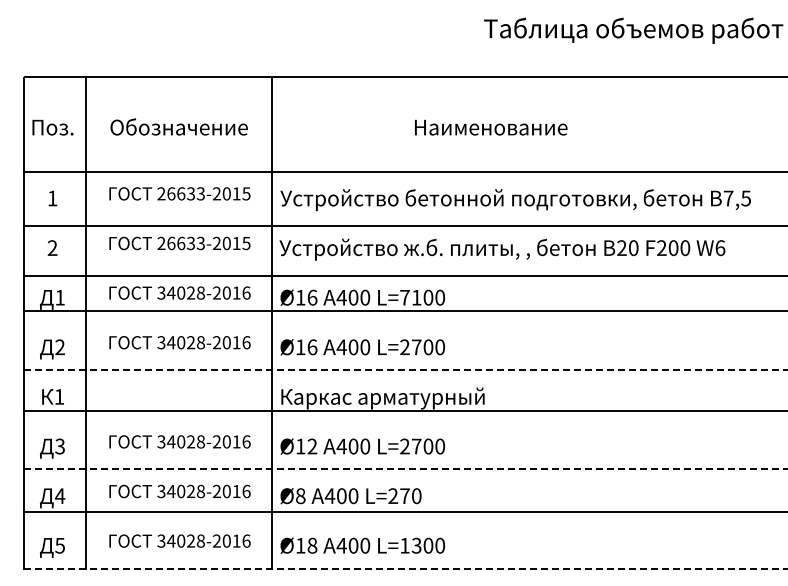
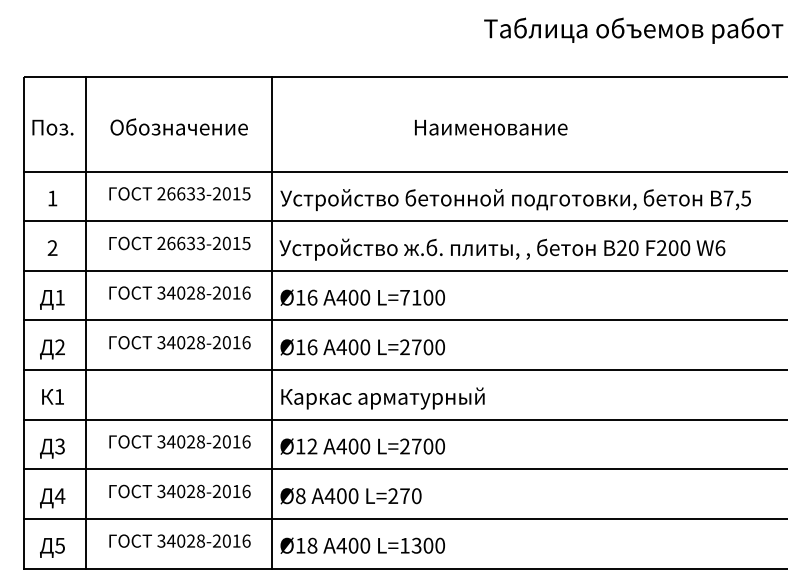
line at (403, 226) position: (403, 226) -> (403, 221)
line at (403, 275) position: (403, 275) -> (403, 270)
line at (403, 311) position: (403, 311) -> (403, 320)
line at (406, 370): dashed -> solid
line at (403, 410) position: (403, 410) -> (403, 419)
line at (406, 469): dashed -> solid
line at (403, 511) position: (403, 511) -> (403, 518)
line at (406, 568): dashed -> solid
